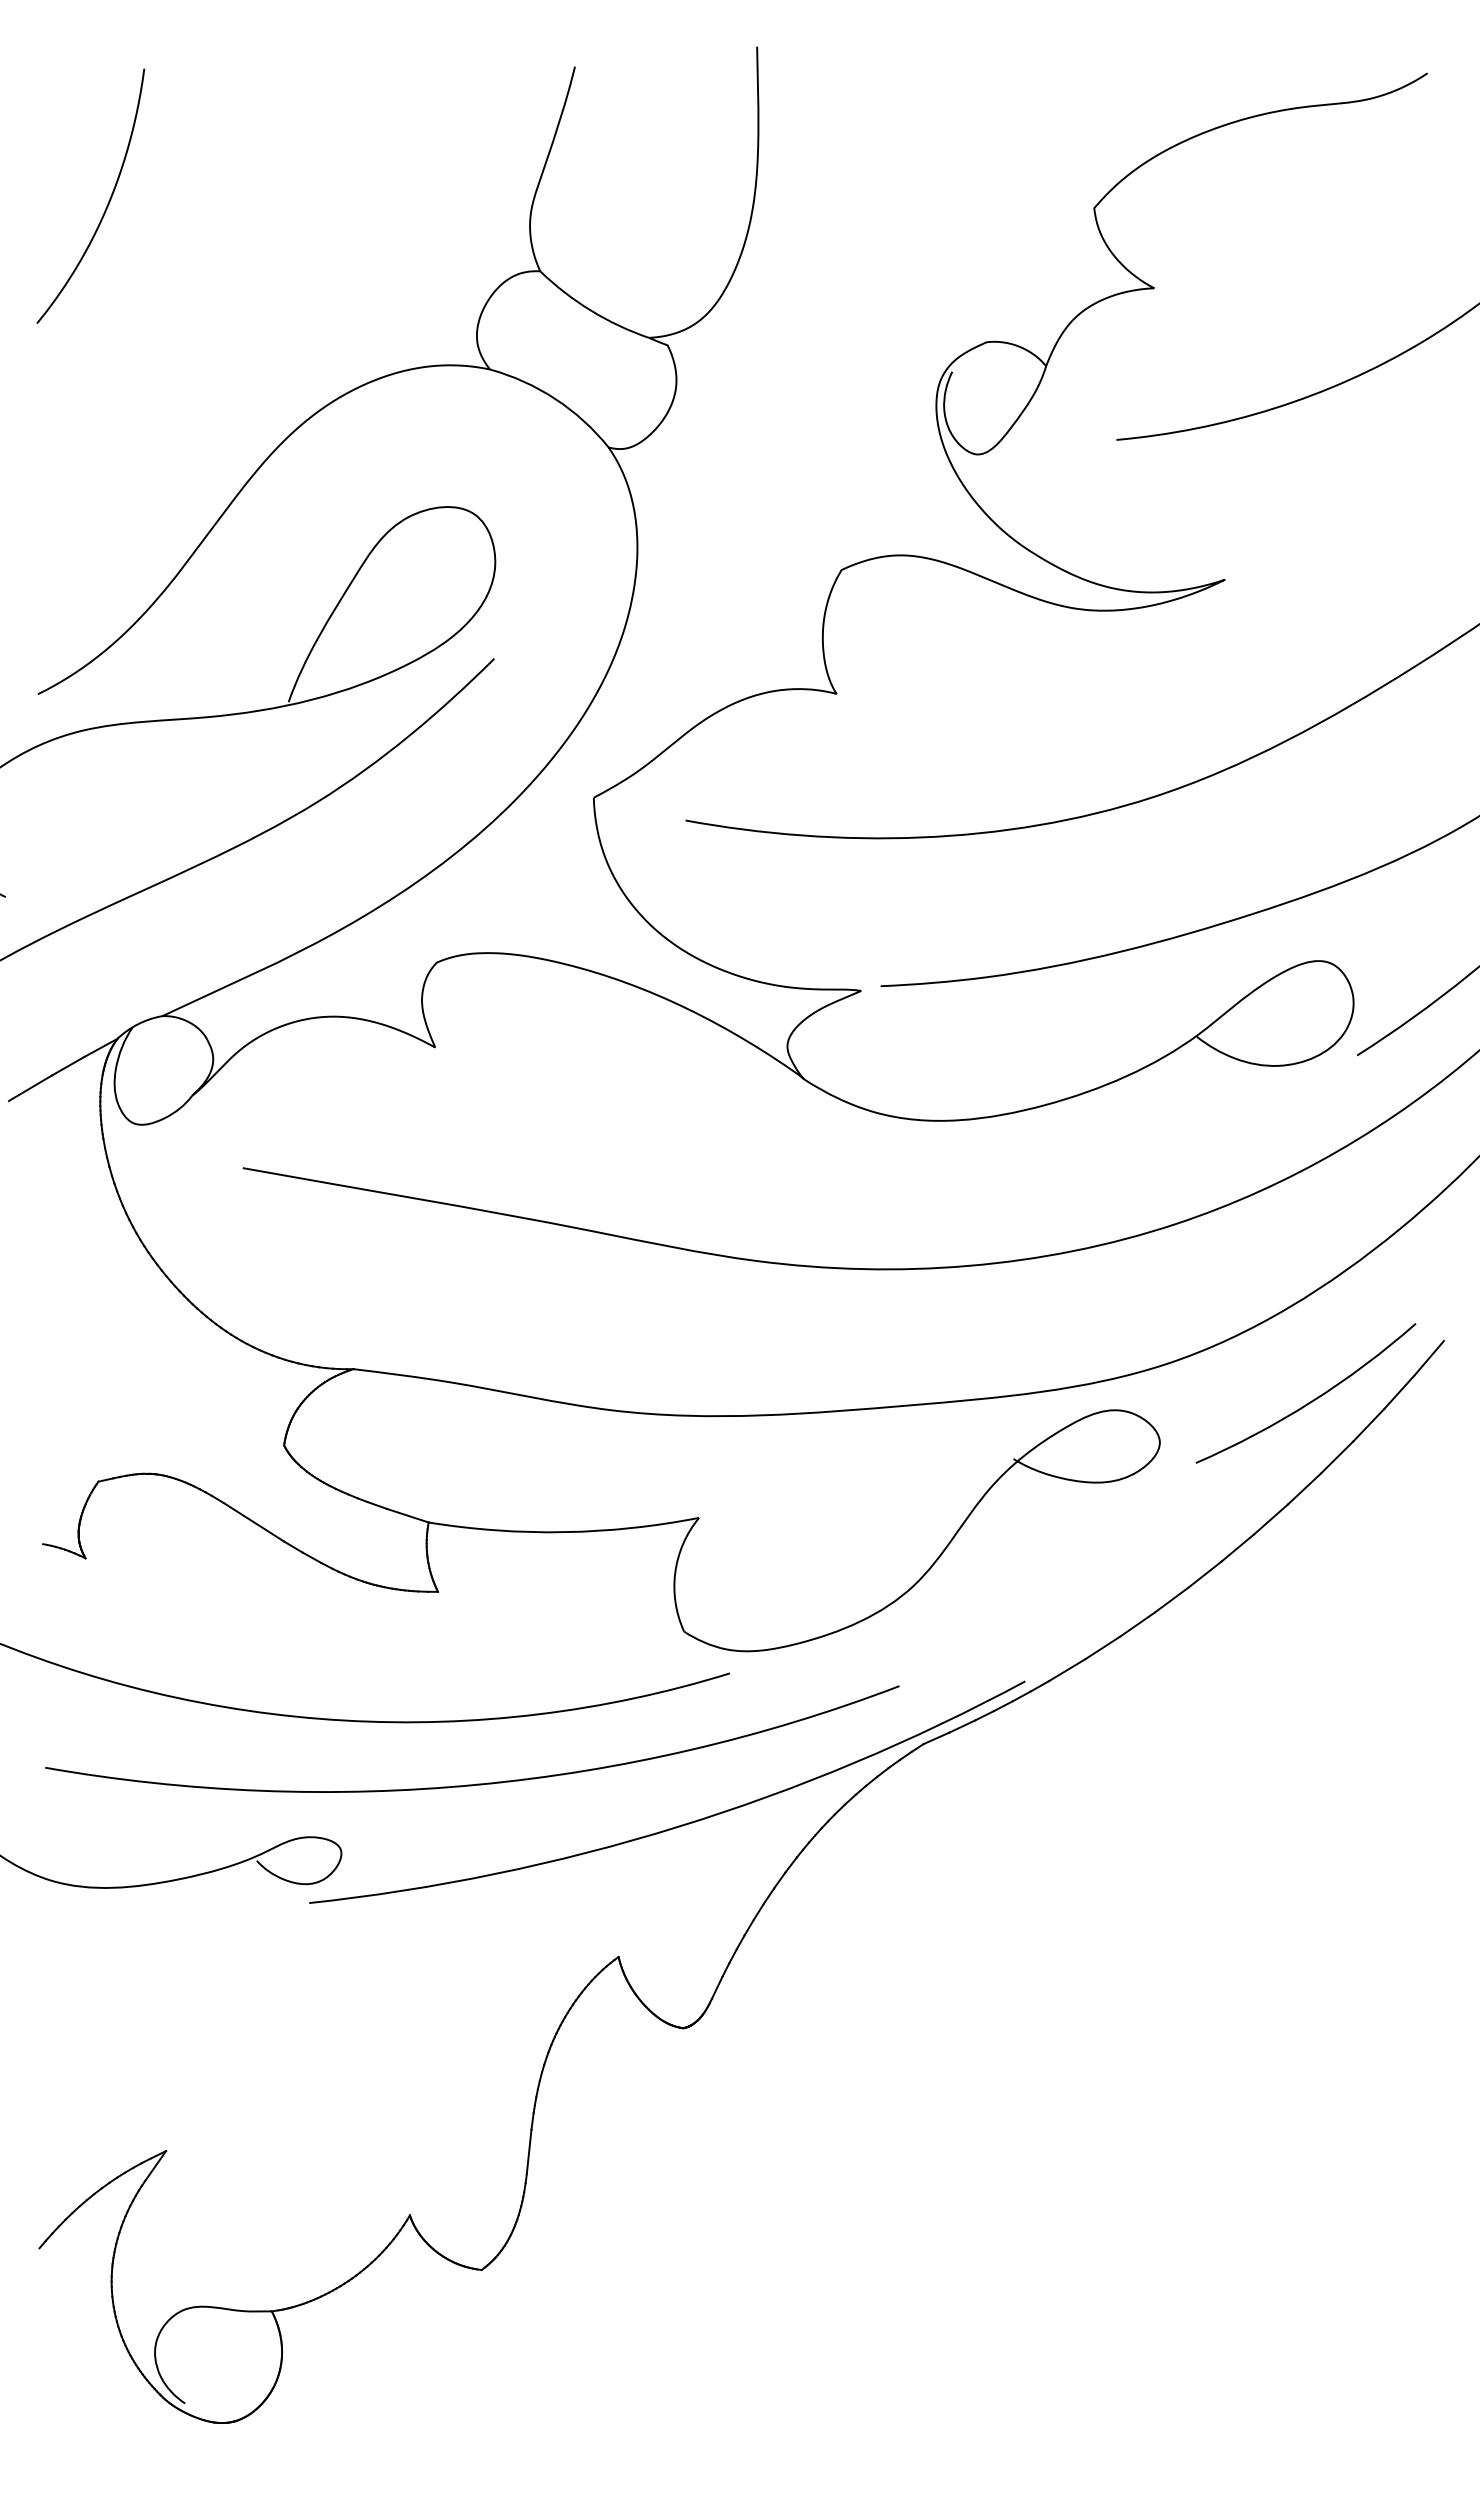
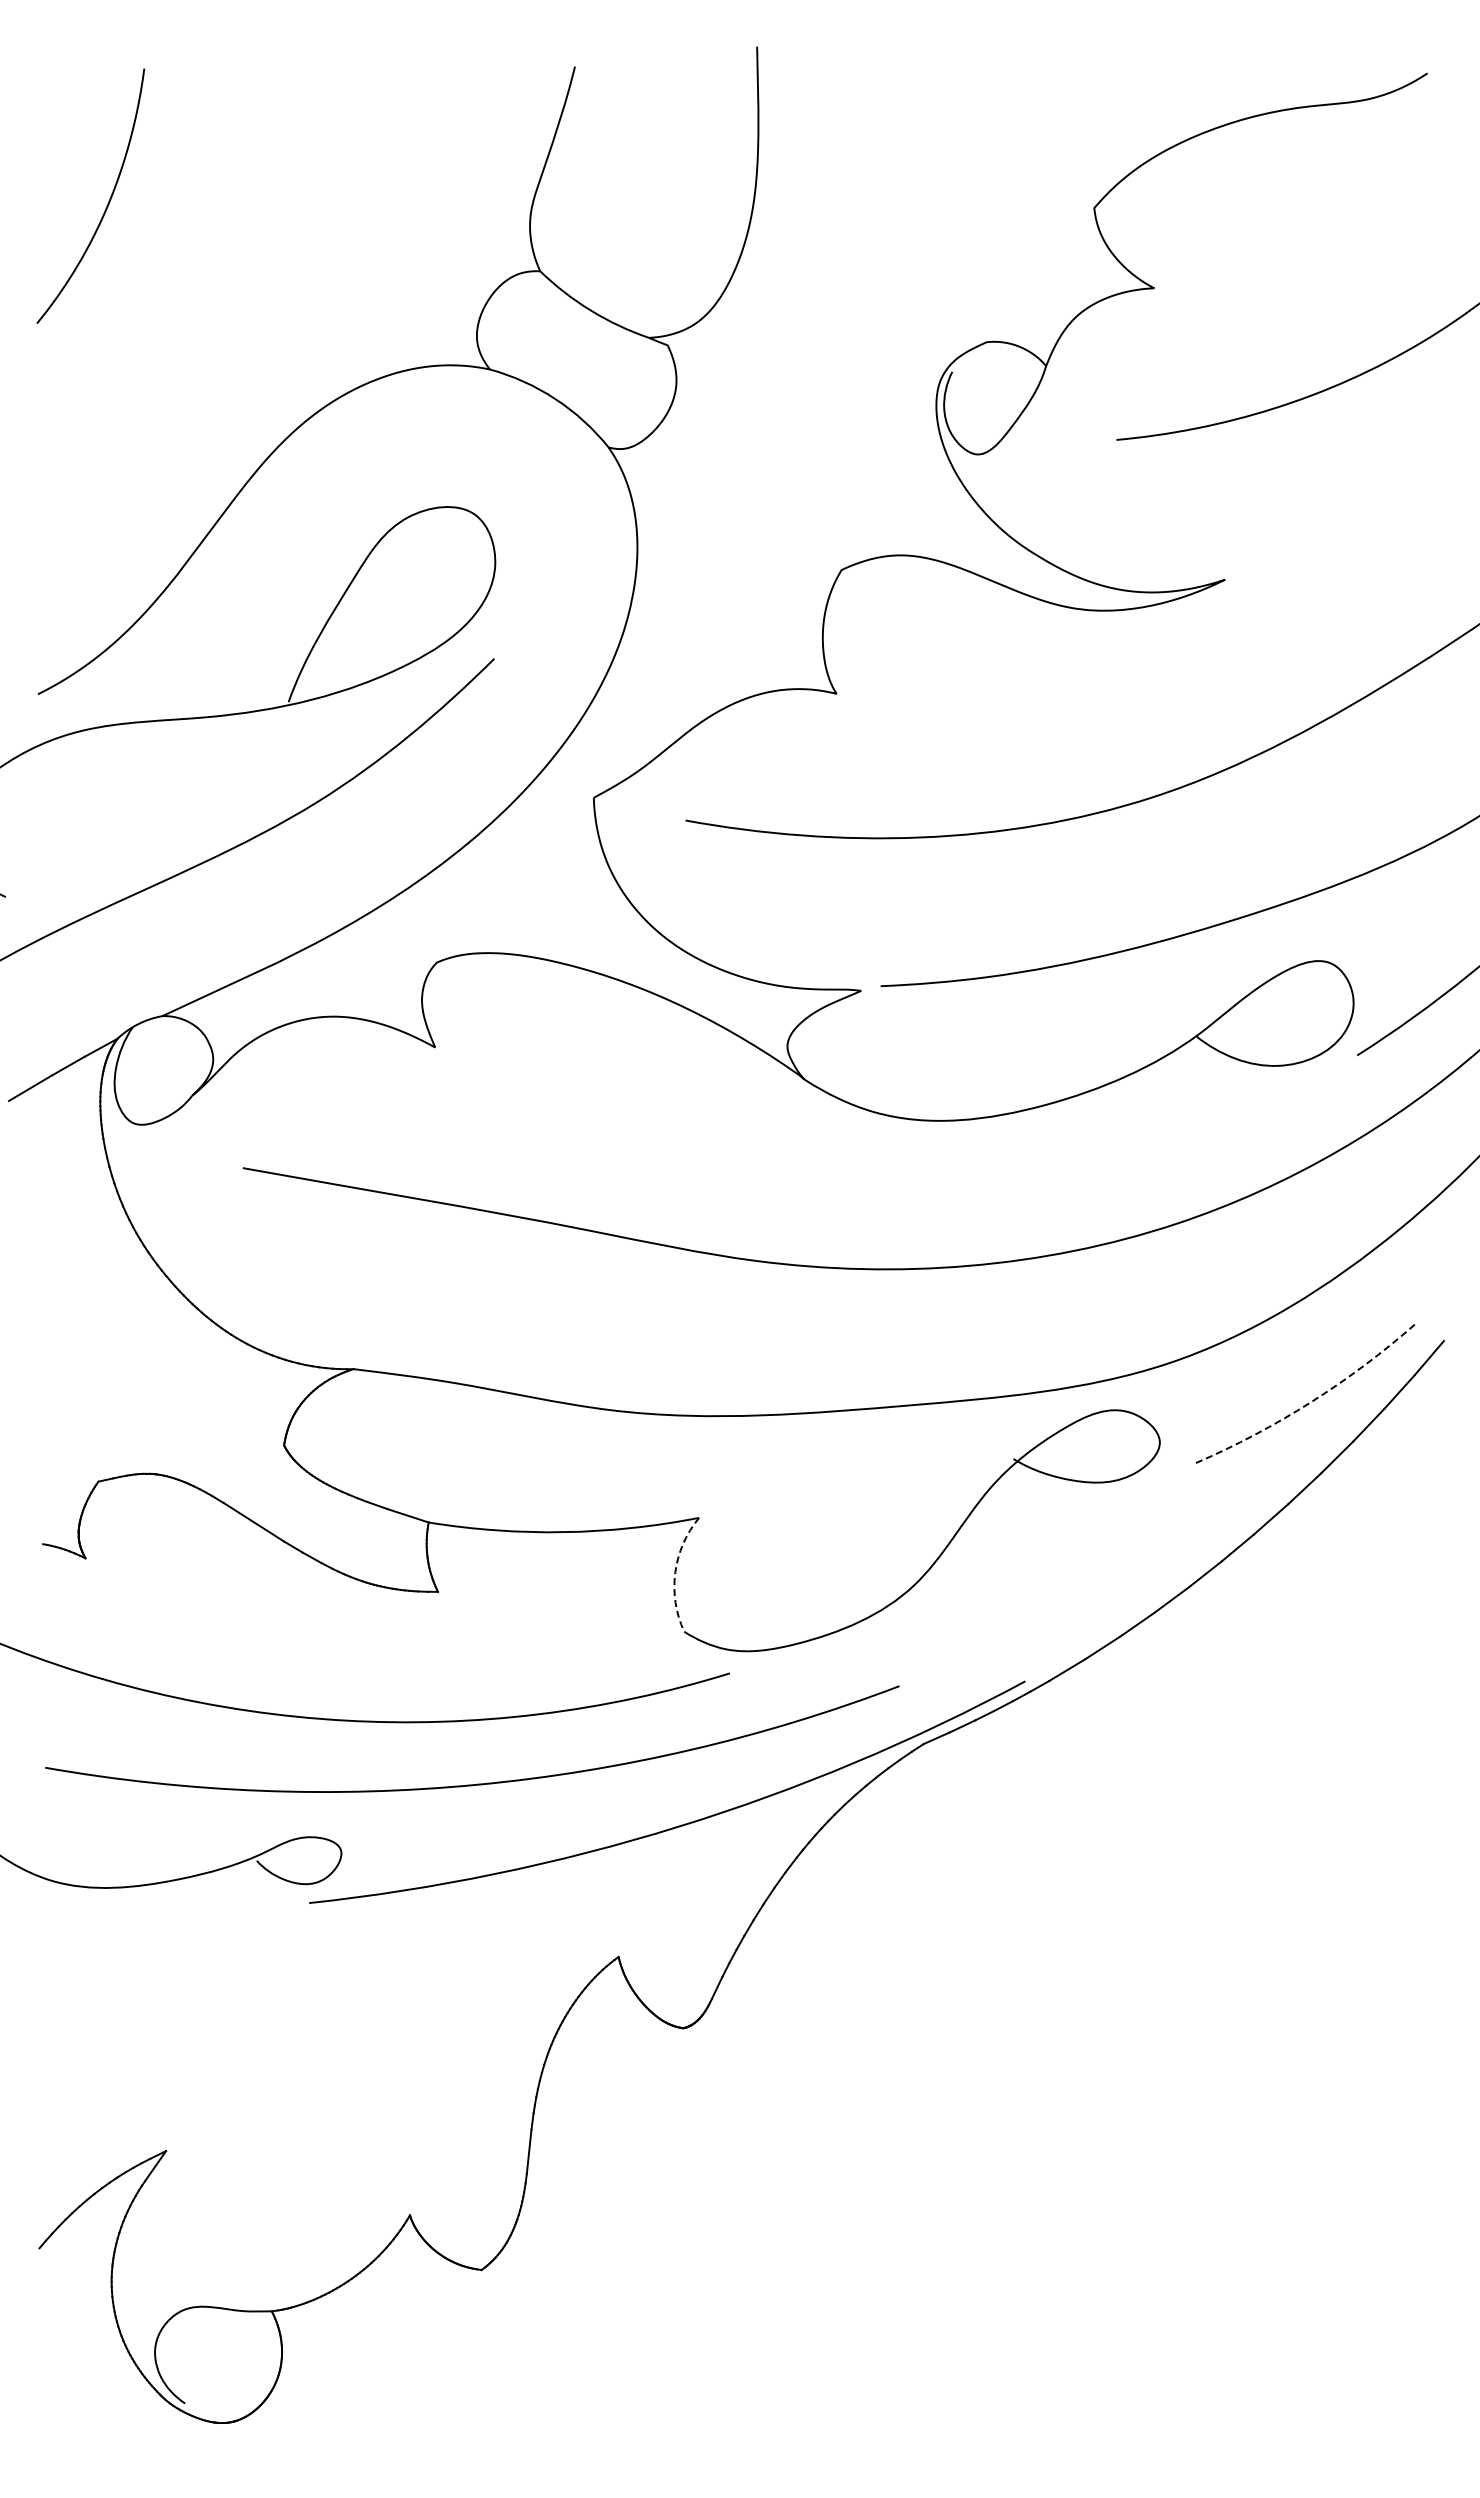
arc at (1311, 1402): solid -> dashed
arc at (675, 1572): solid -> dashed
